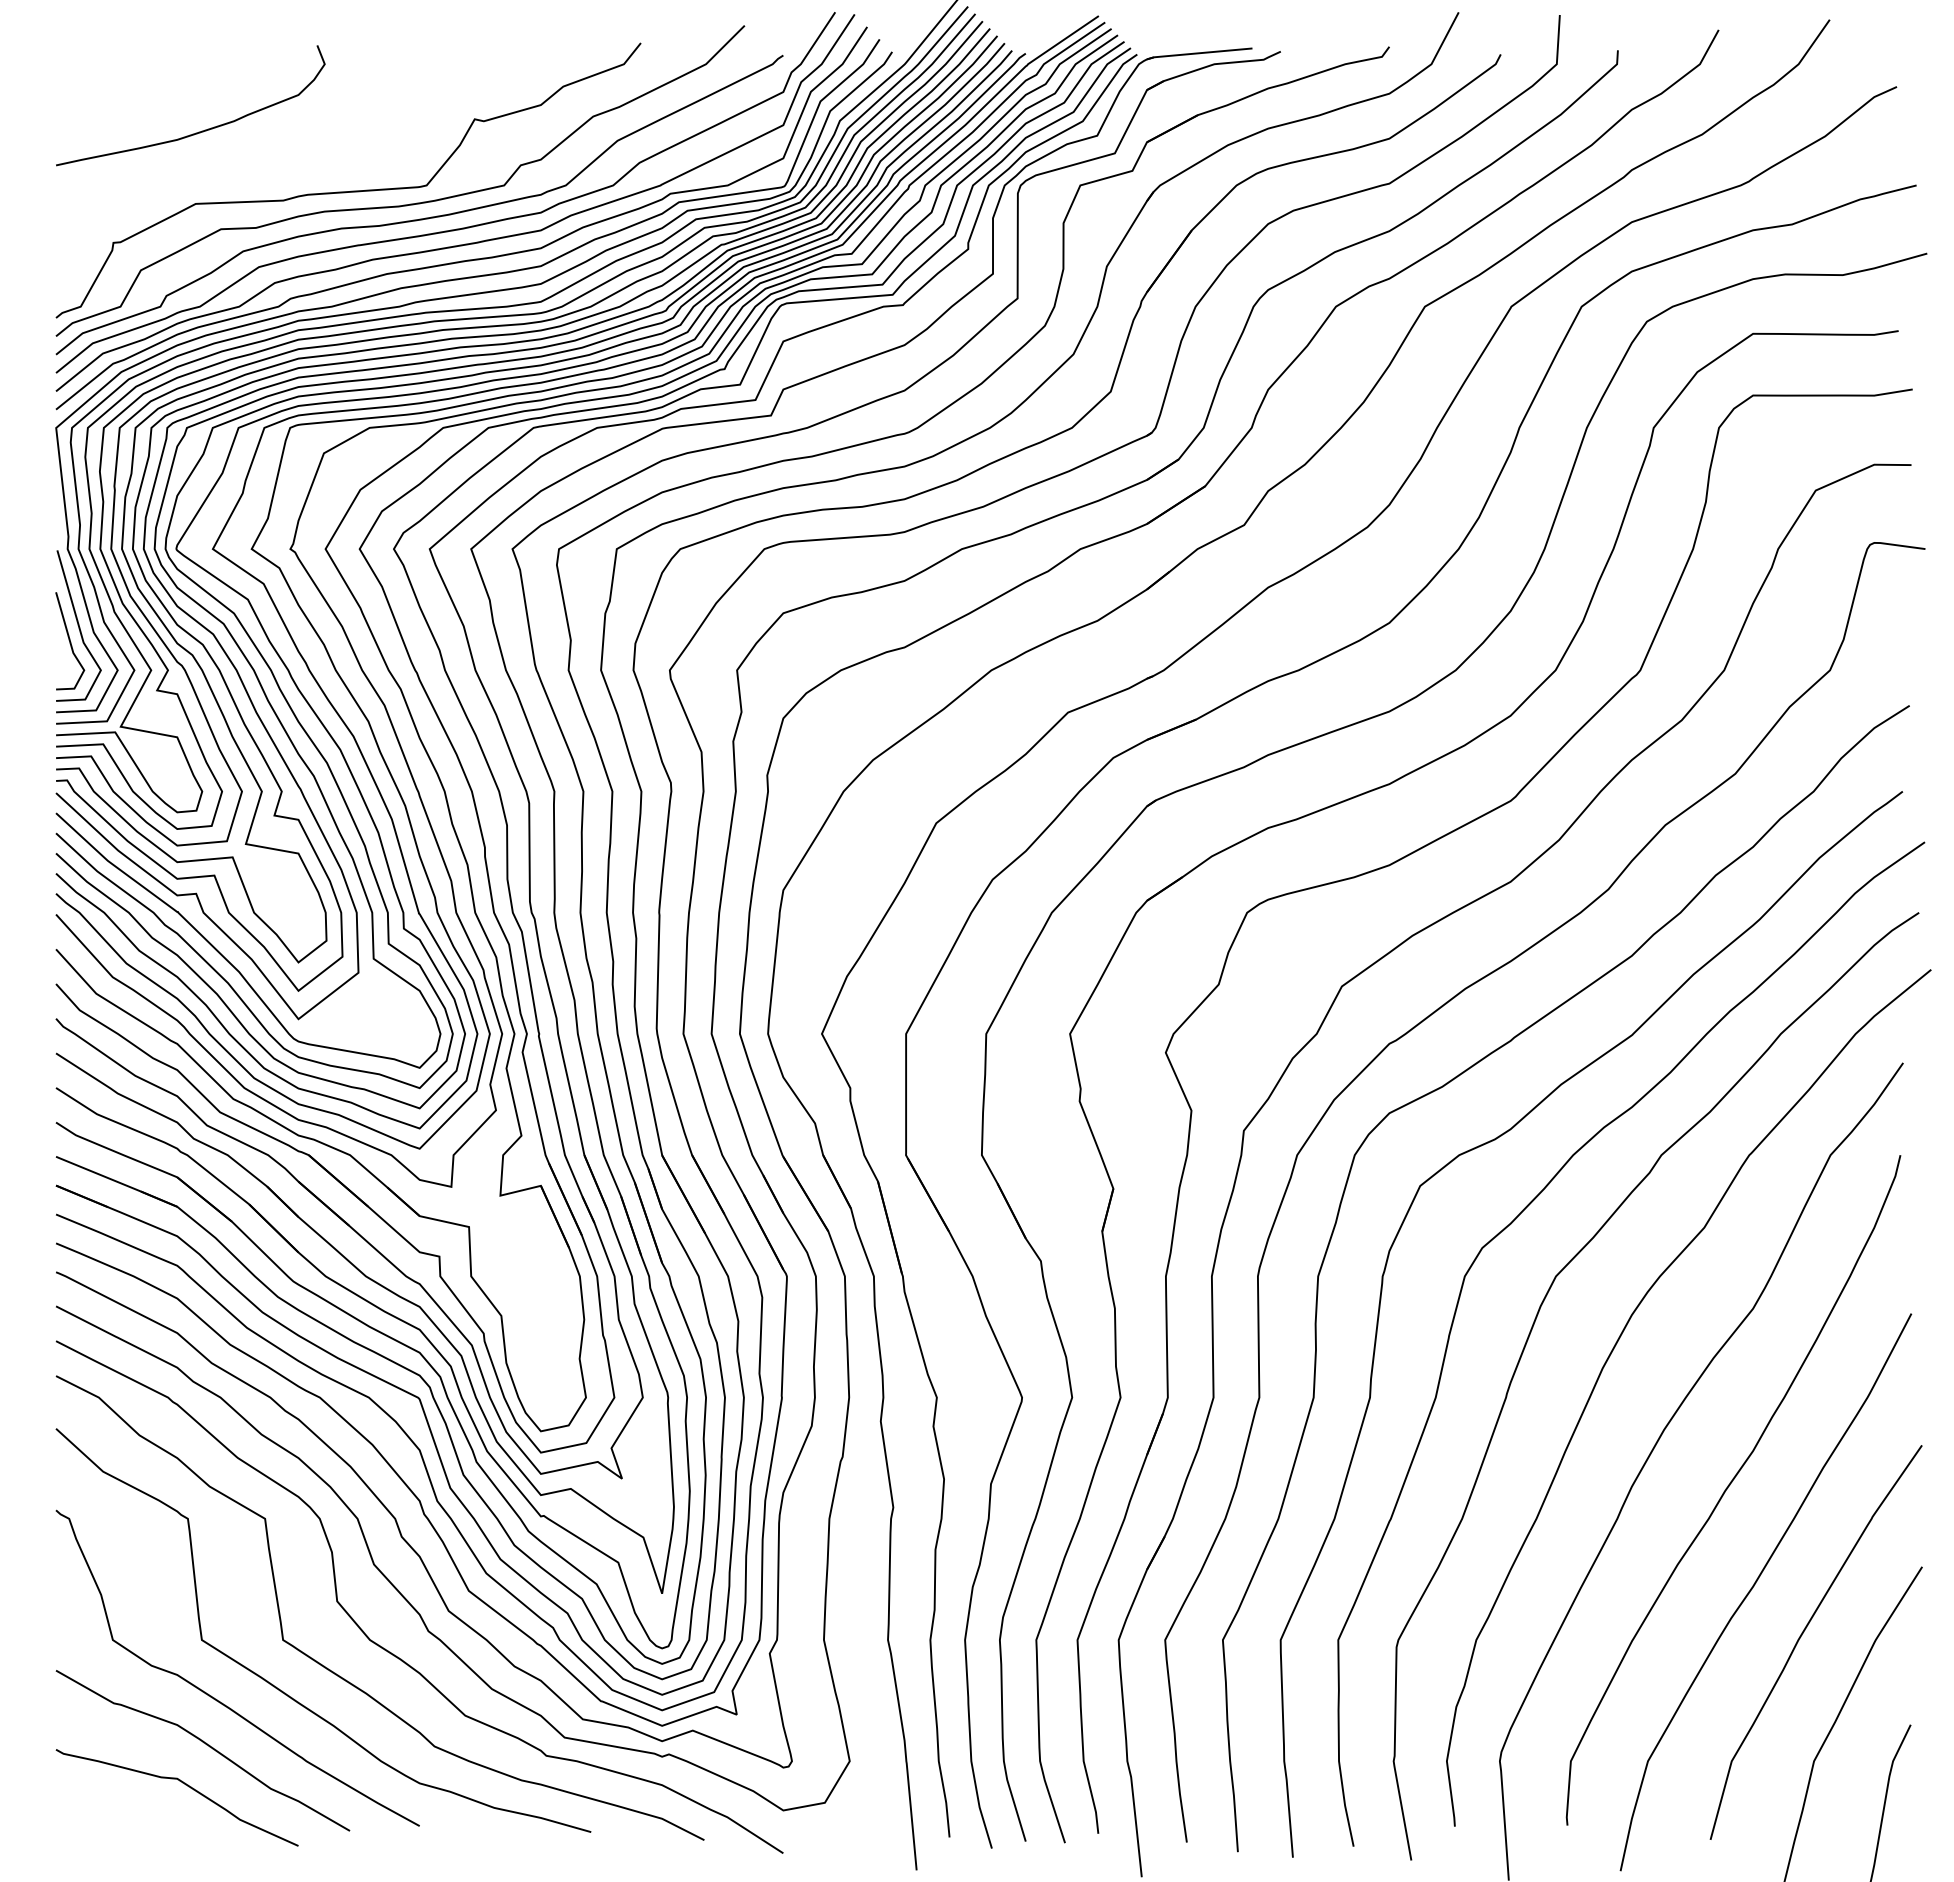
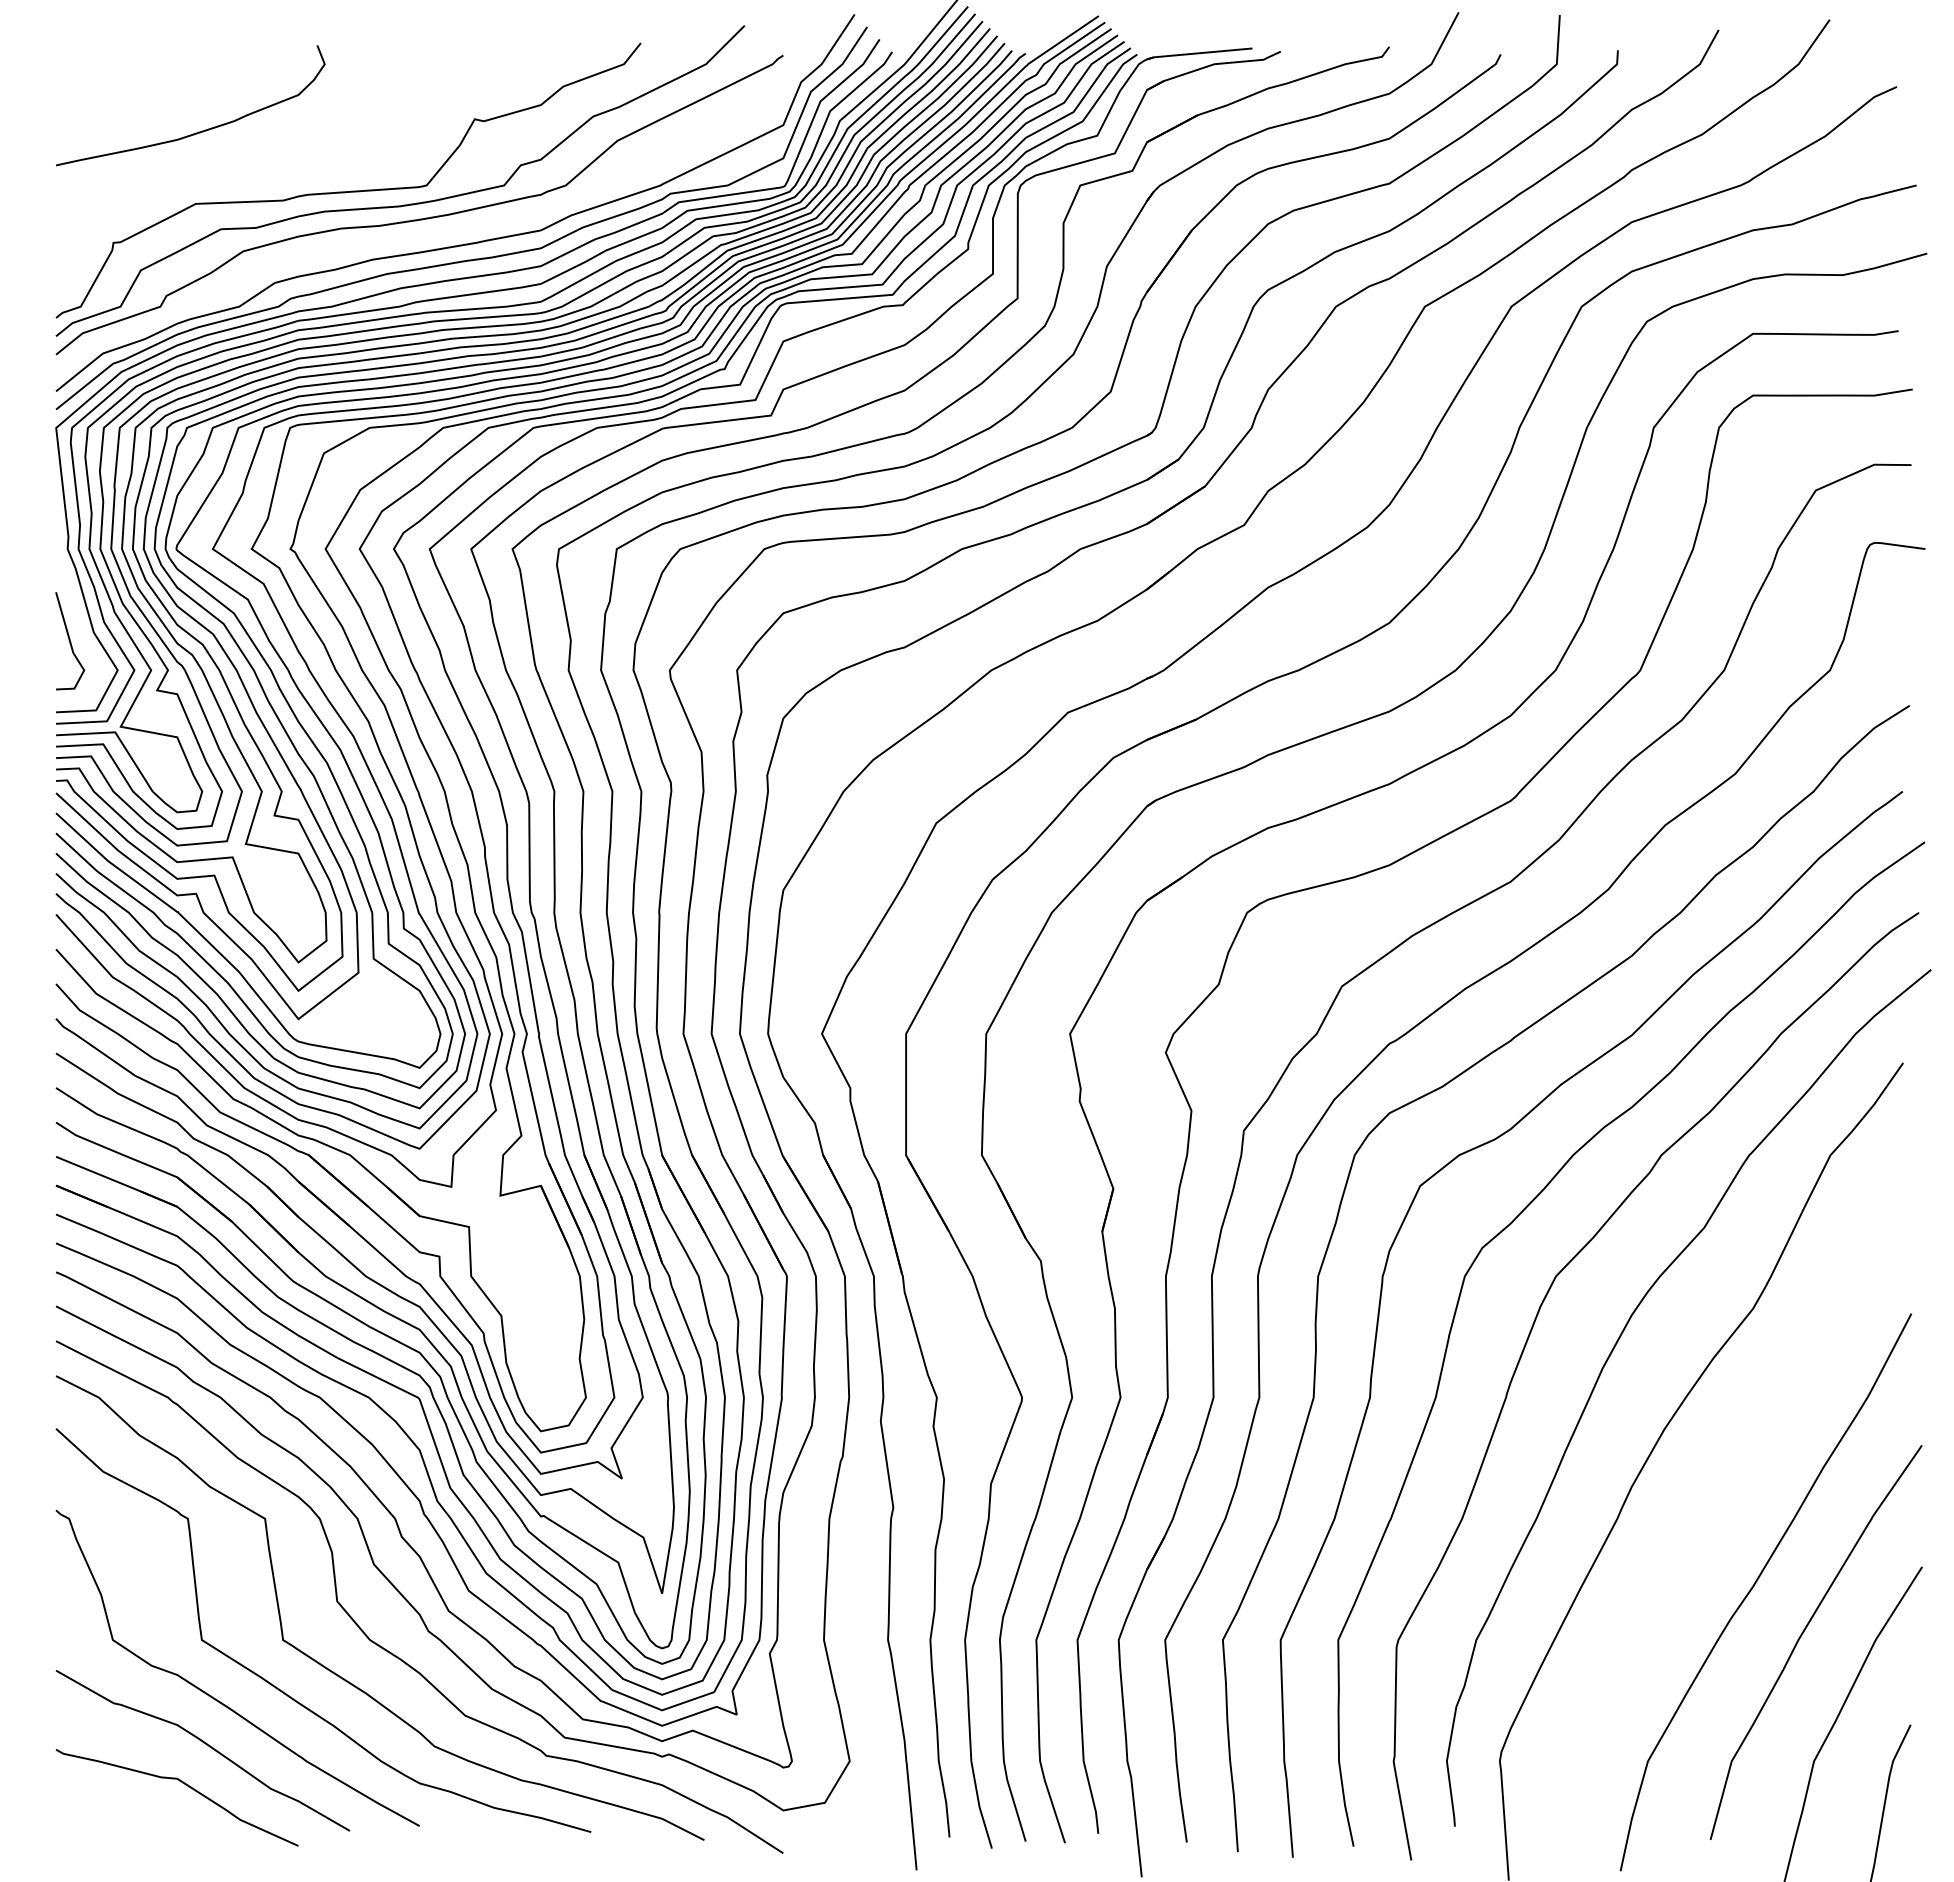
curve at (450, 229): present -> none
line at (78, 625): present -> none
curve at (1728, 1488): present -> none
